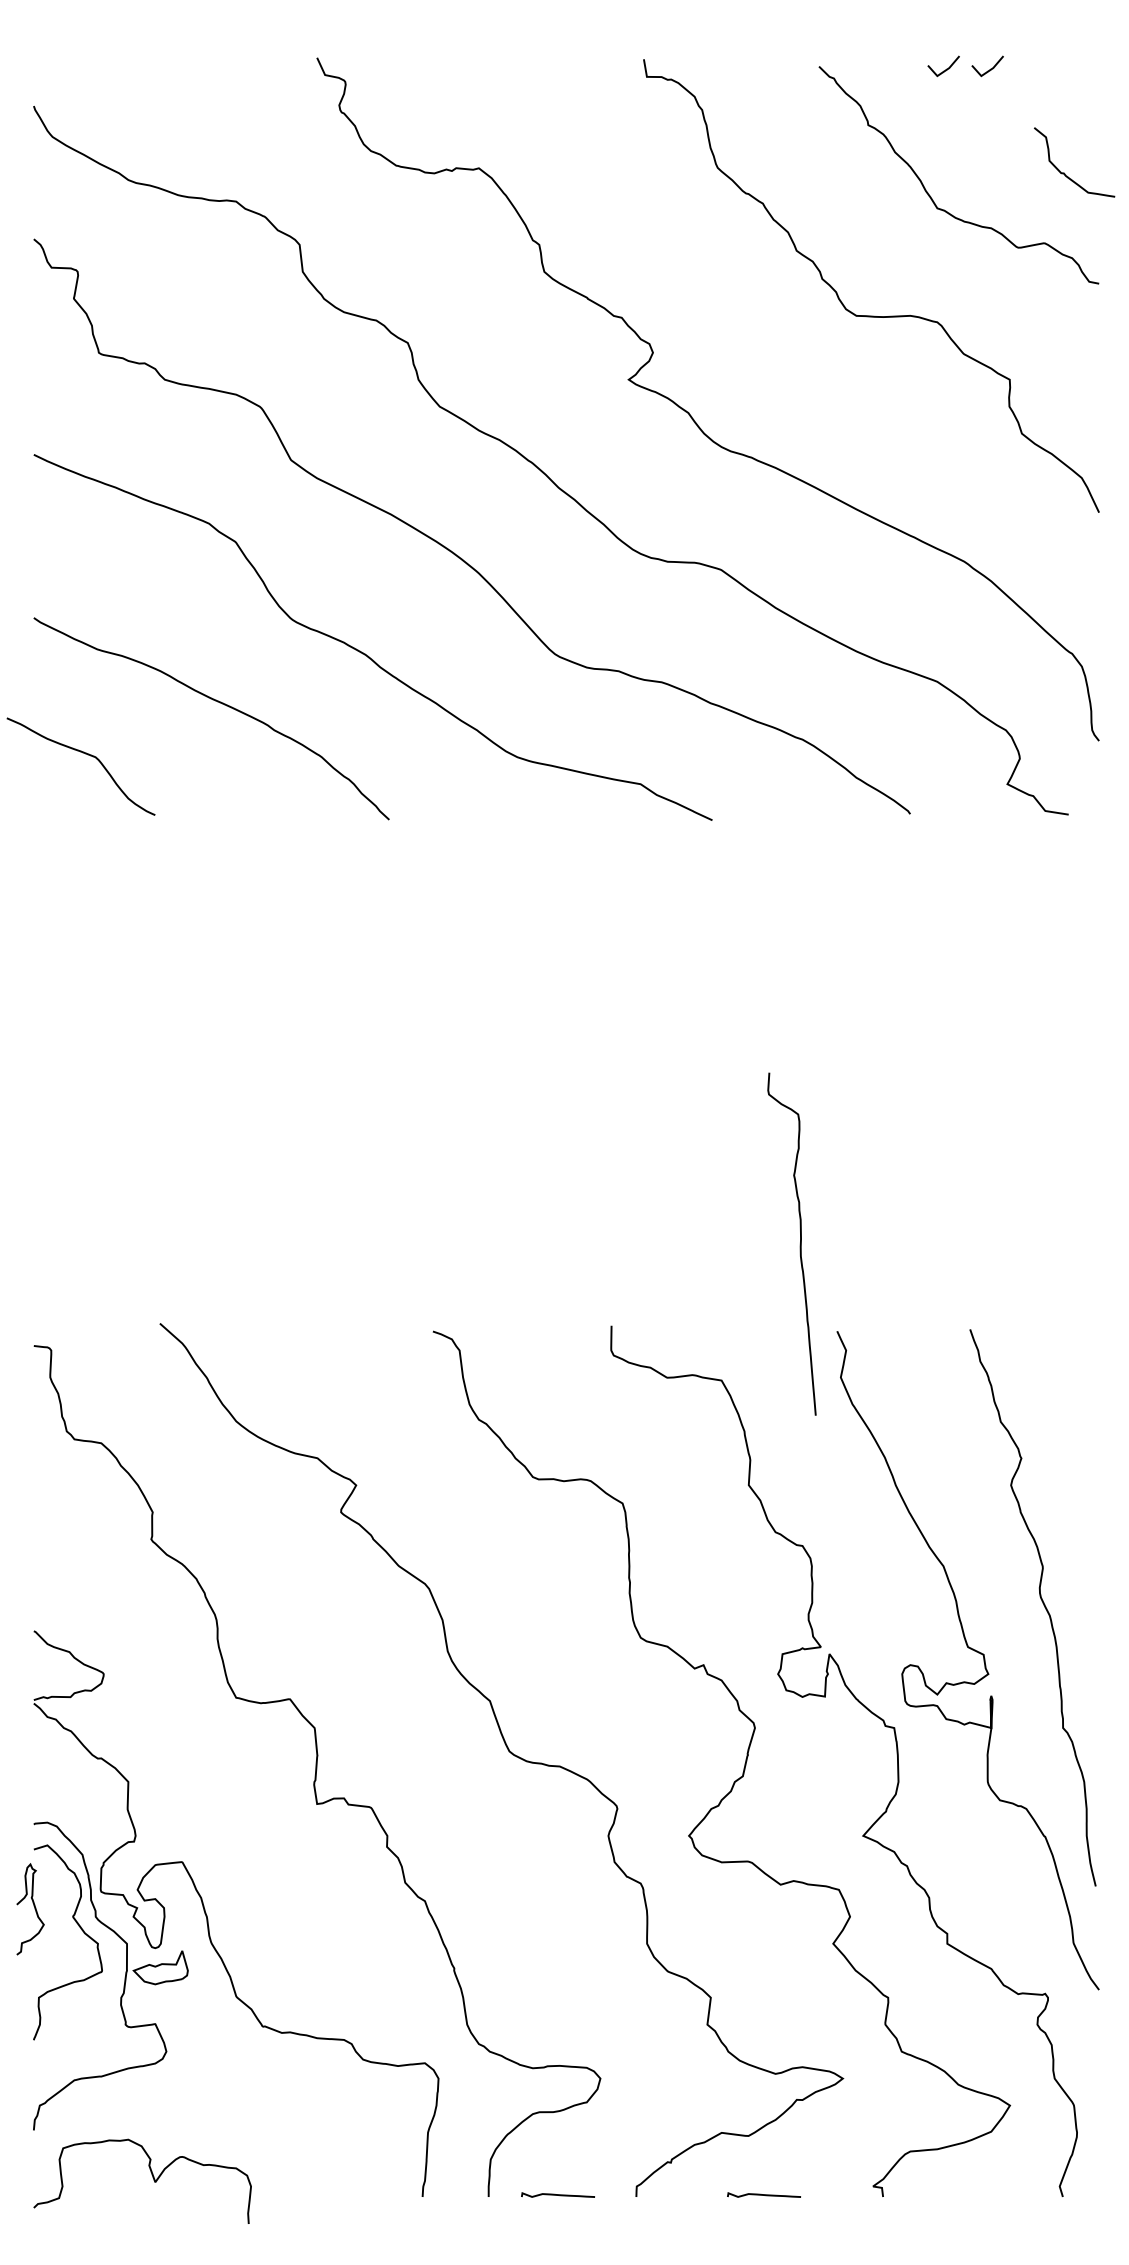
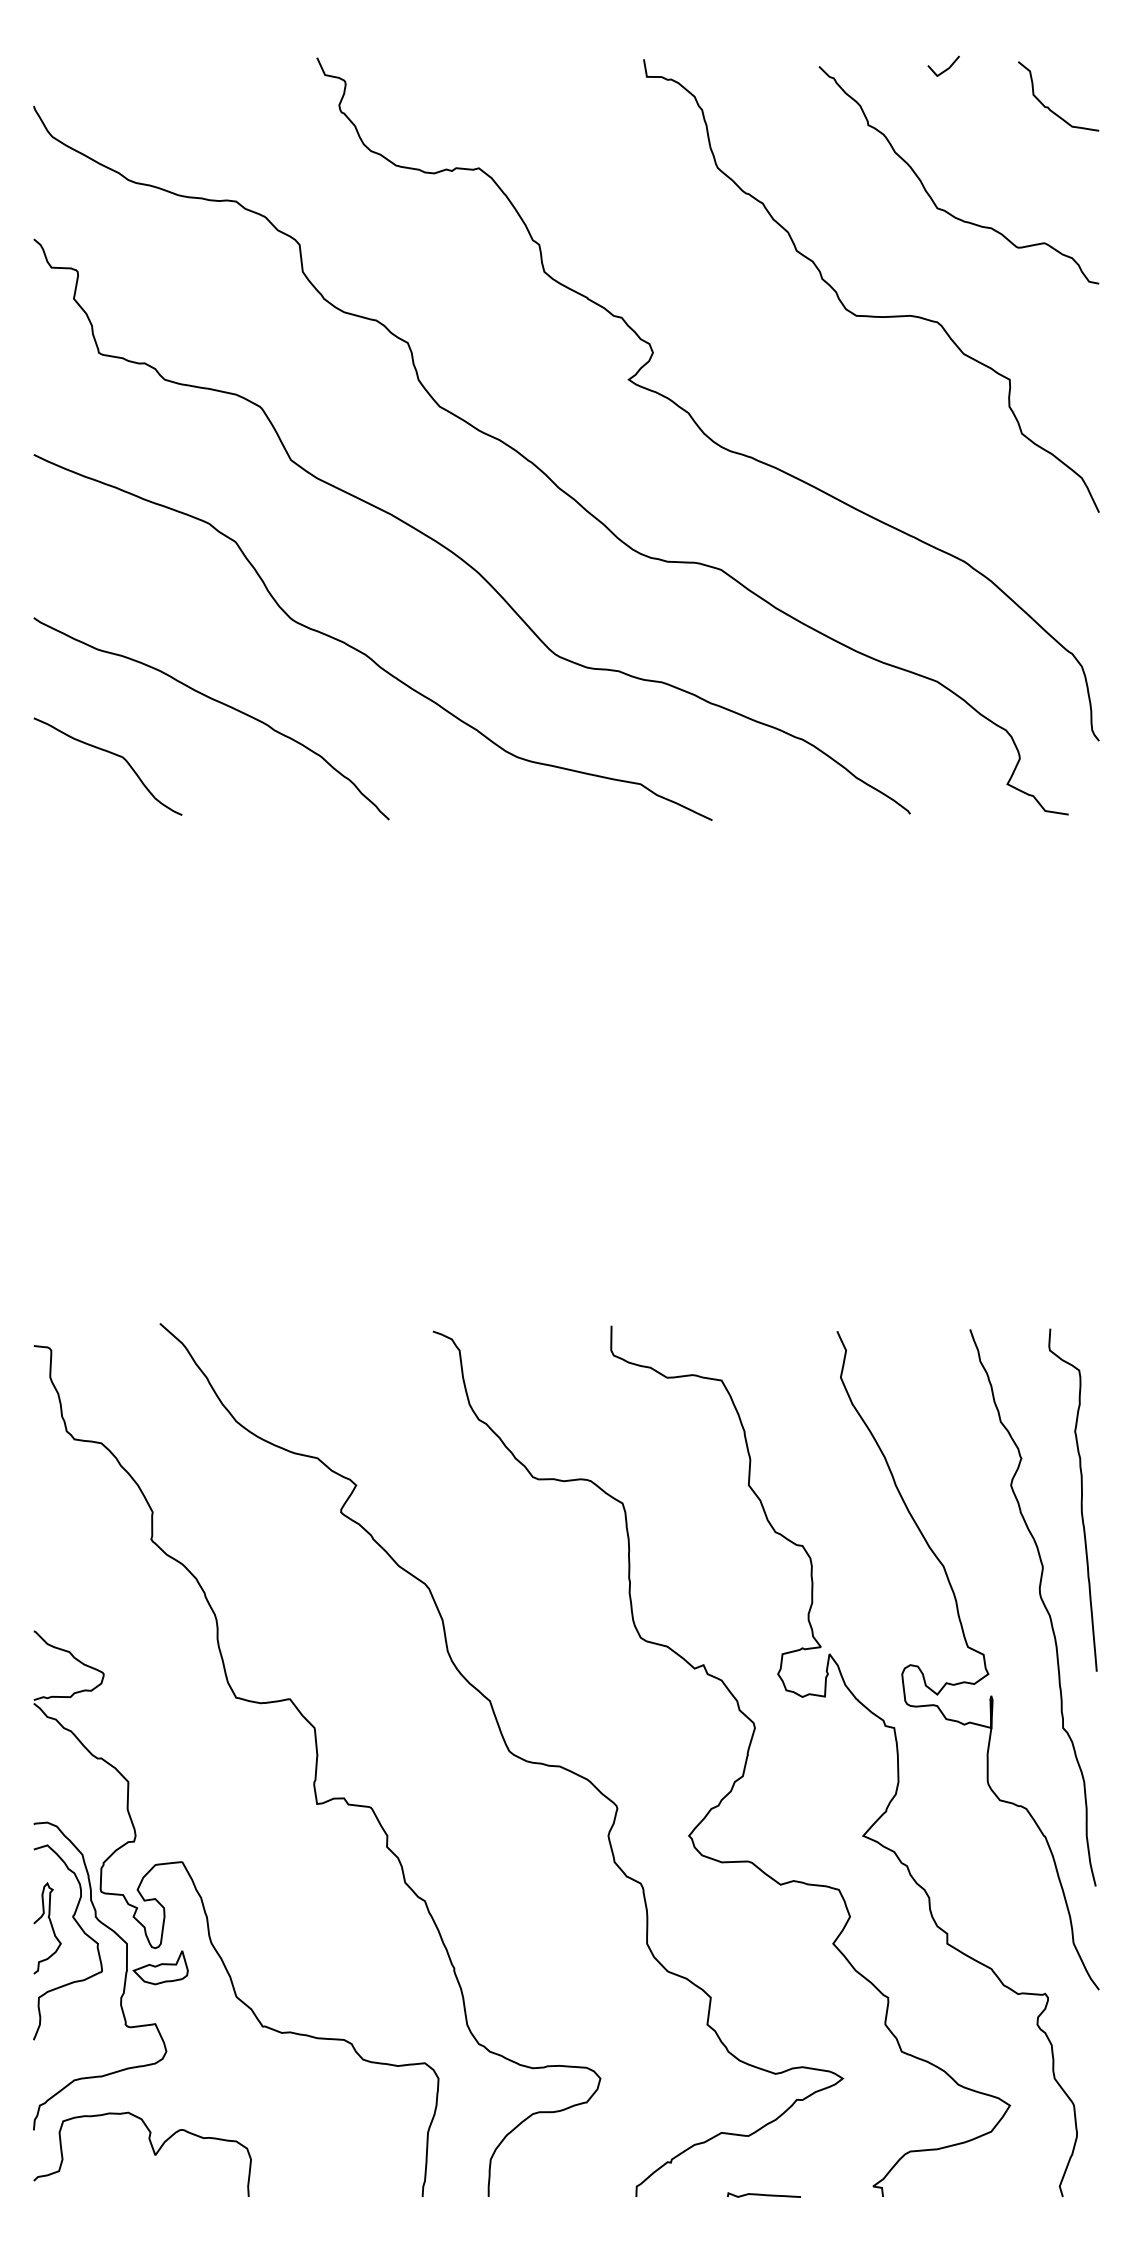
line at (990, 68): present -> none
curve at (1064, 172) position: (1064, 172) -> (1048, 106)
curve at (85, 754) position: (85, 754) -> (112, 754)
curve at (799, 1244) position: (799, 1244) -> (1080, 1500)
curve at (34, 1909) position: (34, 1909) -> (51, 1928)
curve at (151, 2175) position: (151, 2175) -> (151, 2148)
curve at (557, 2194): present -> none
